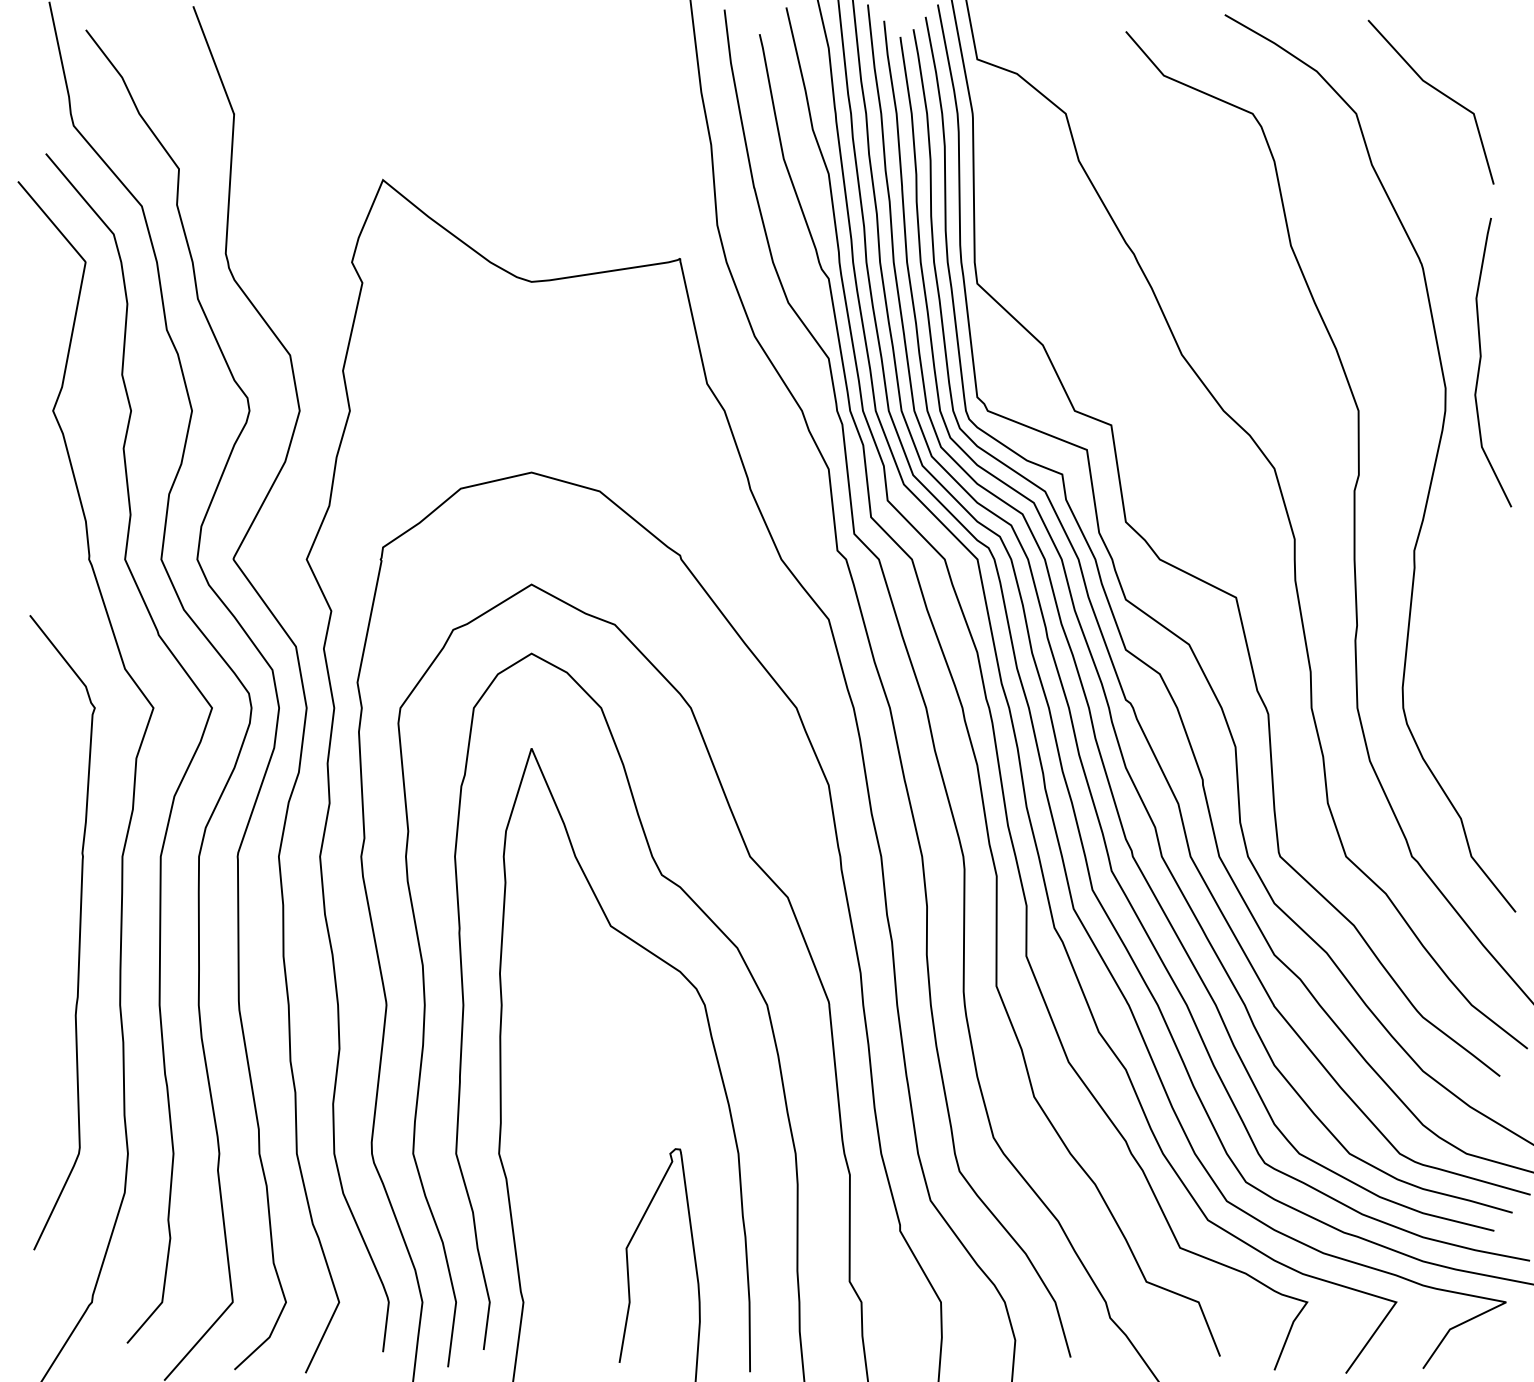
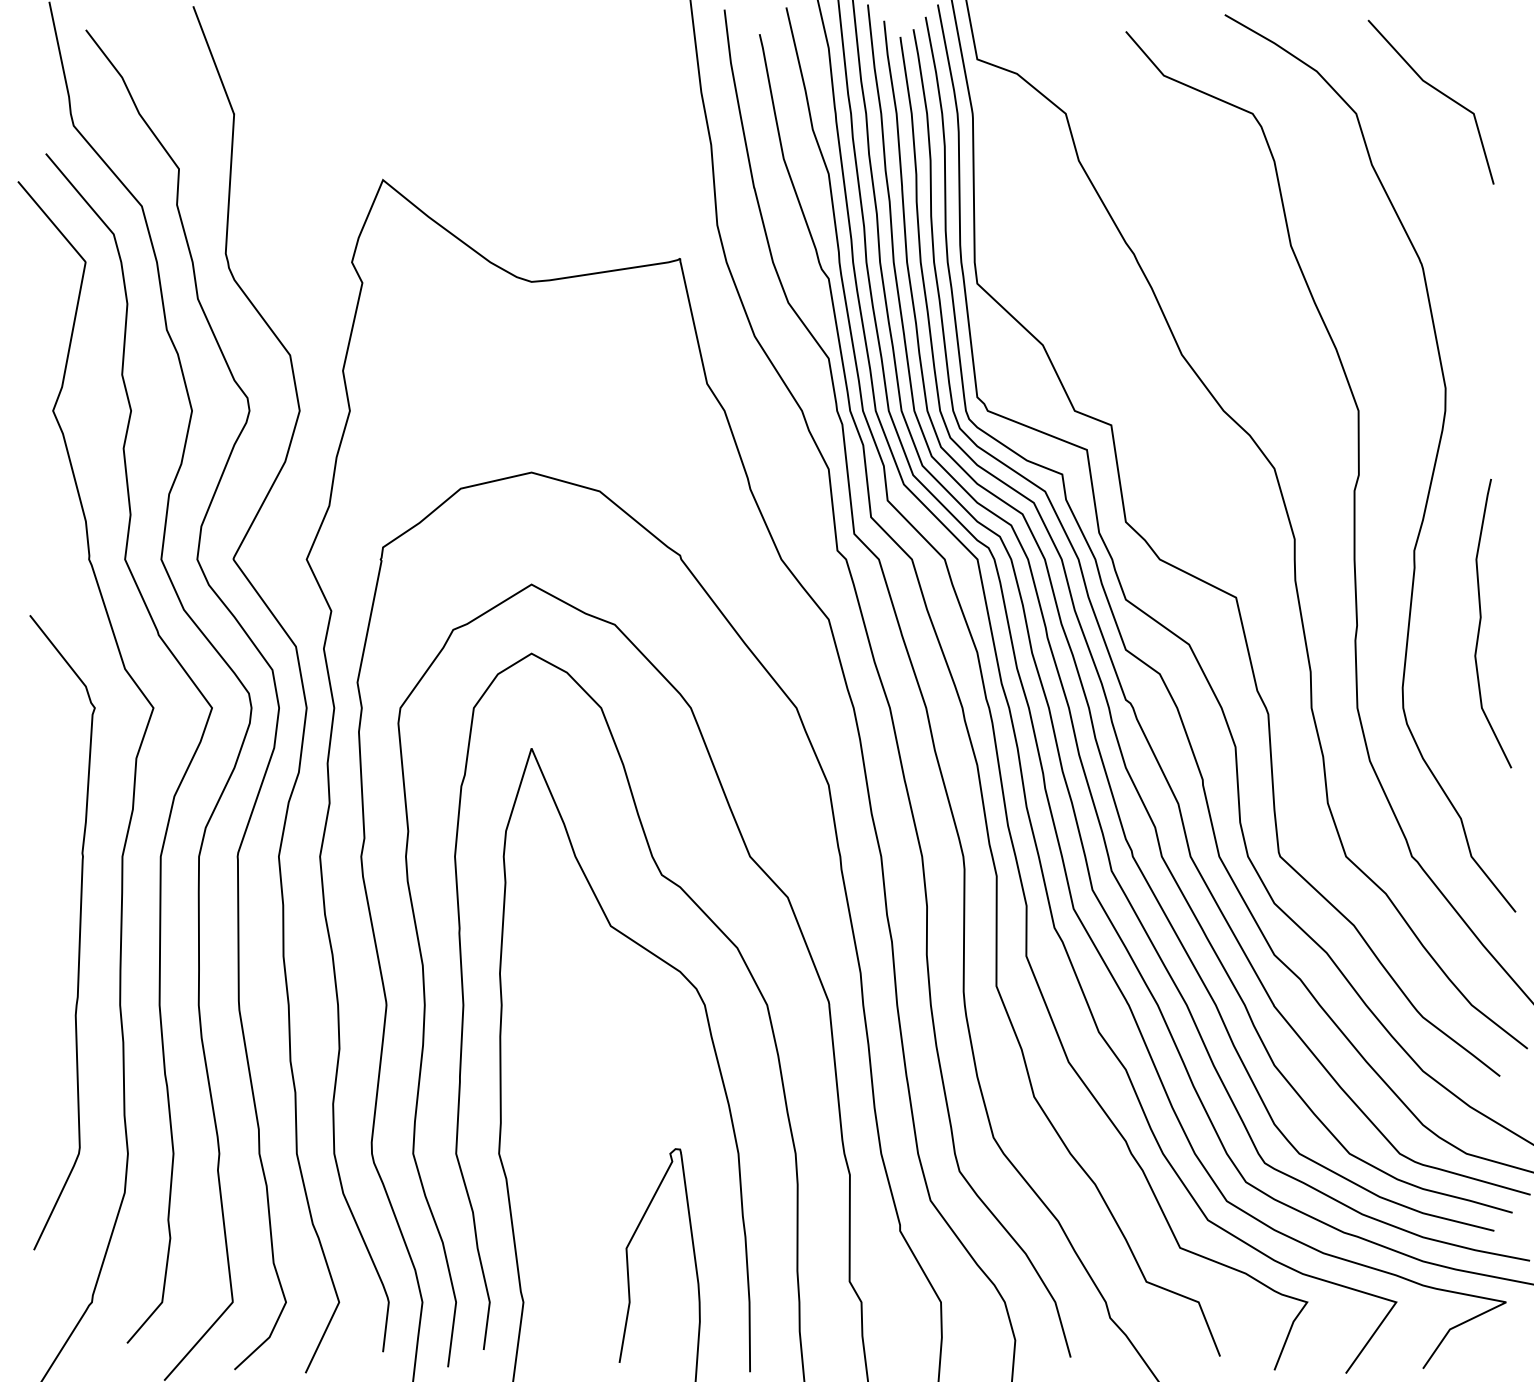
curve at (1481, 360) position: (1481, 360) -> (1481, 621)
